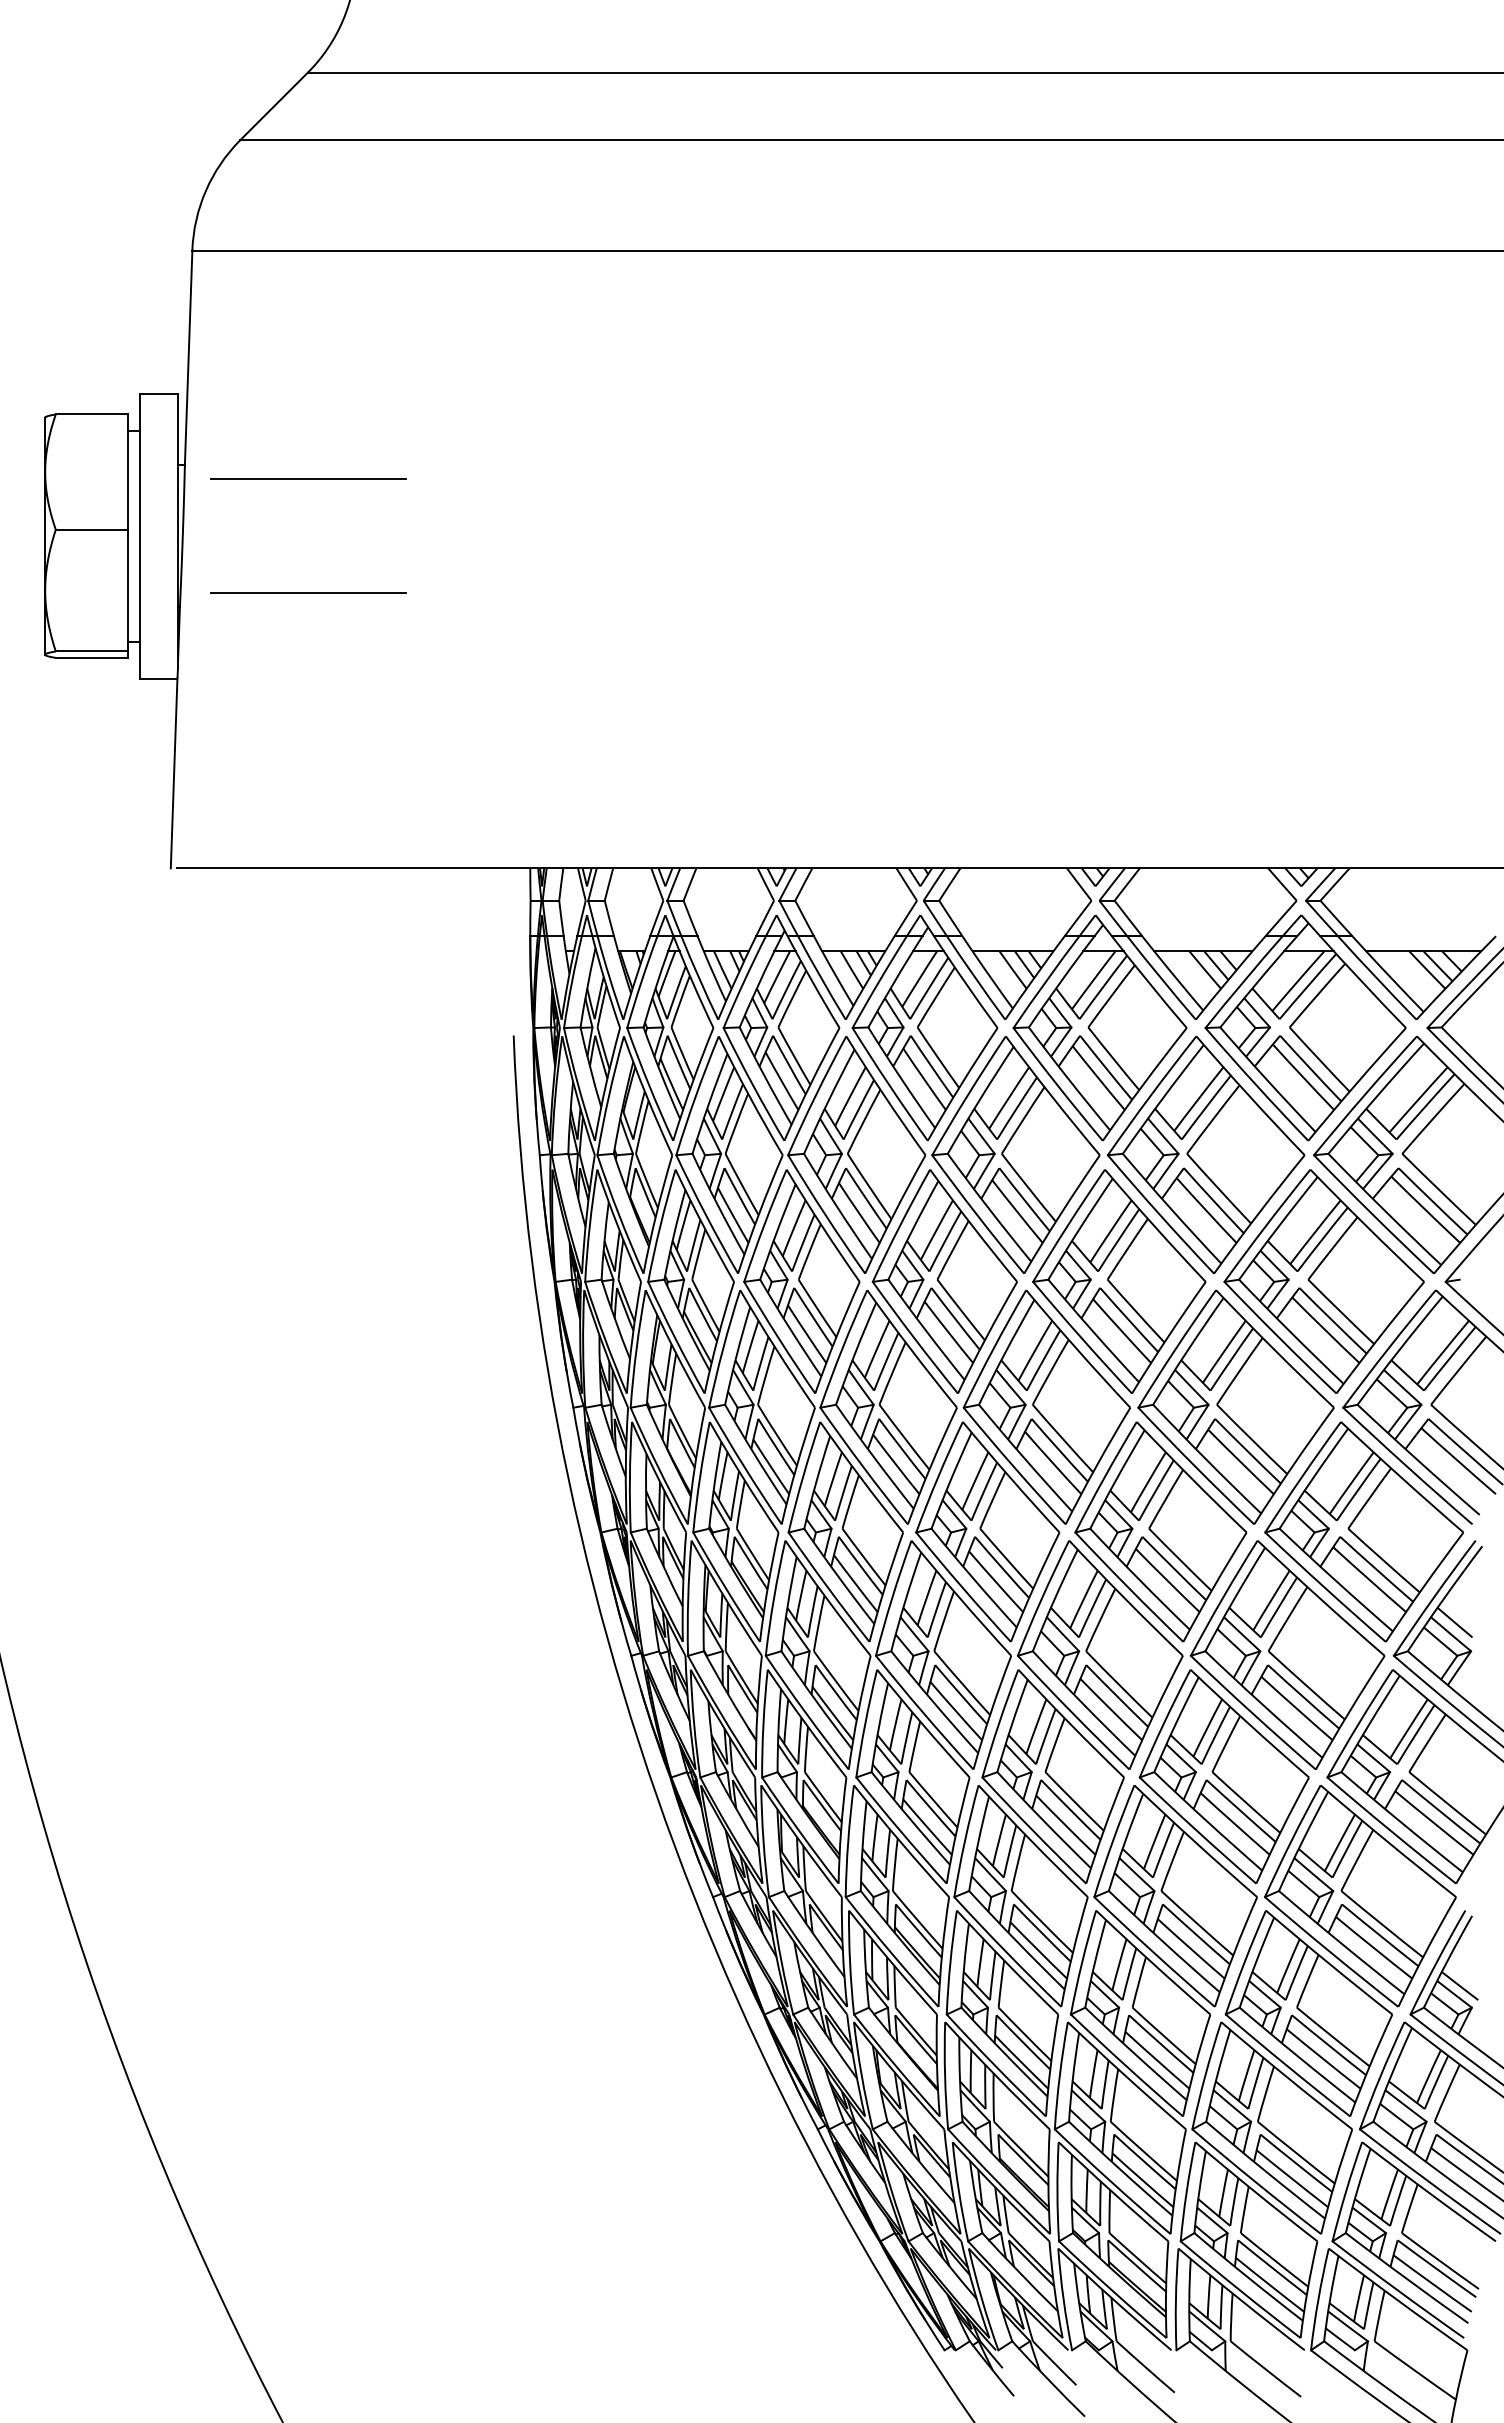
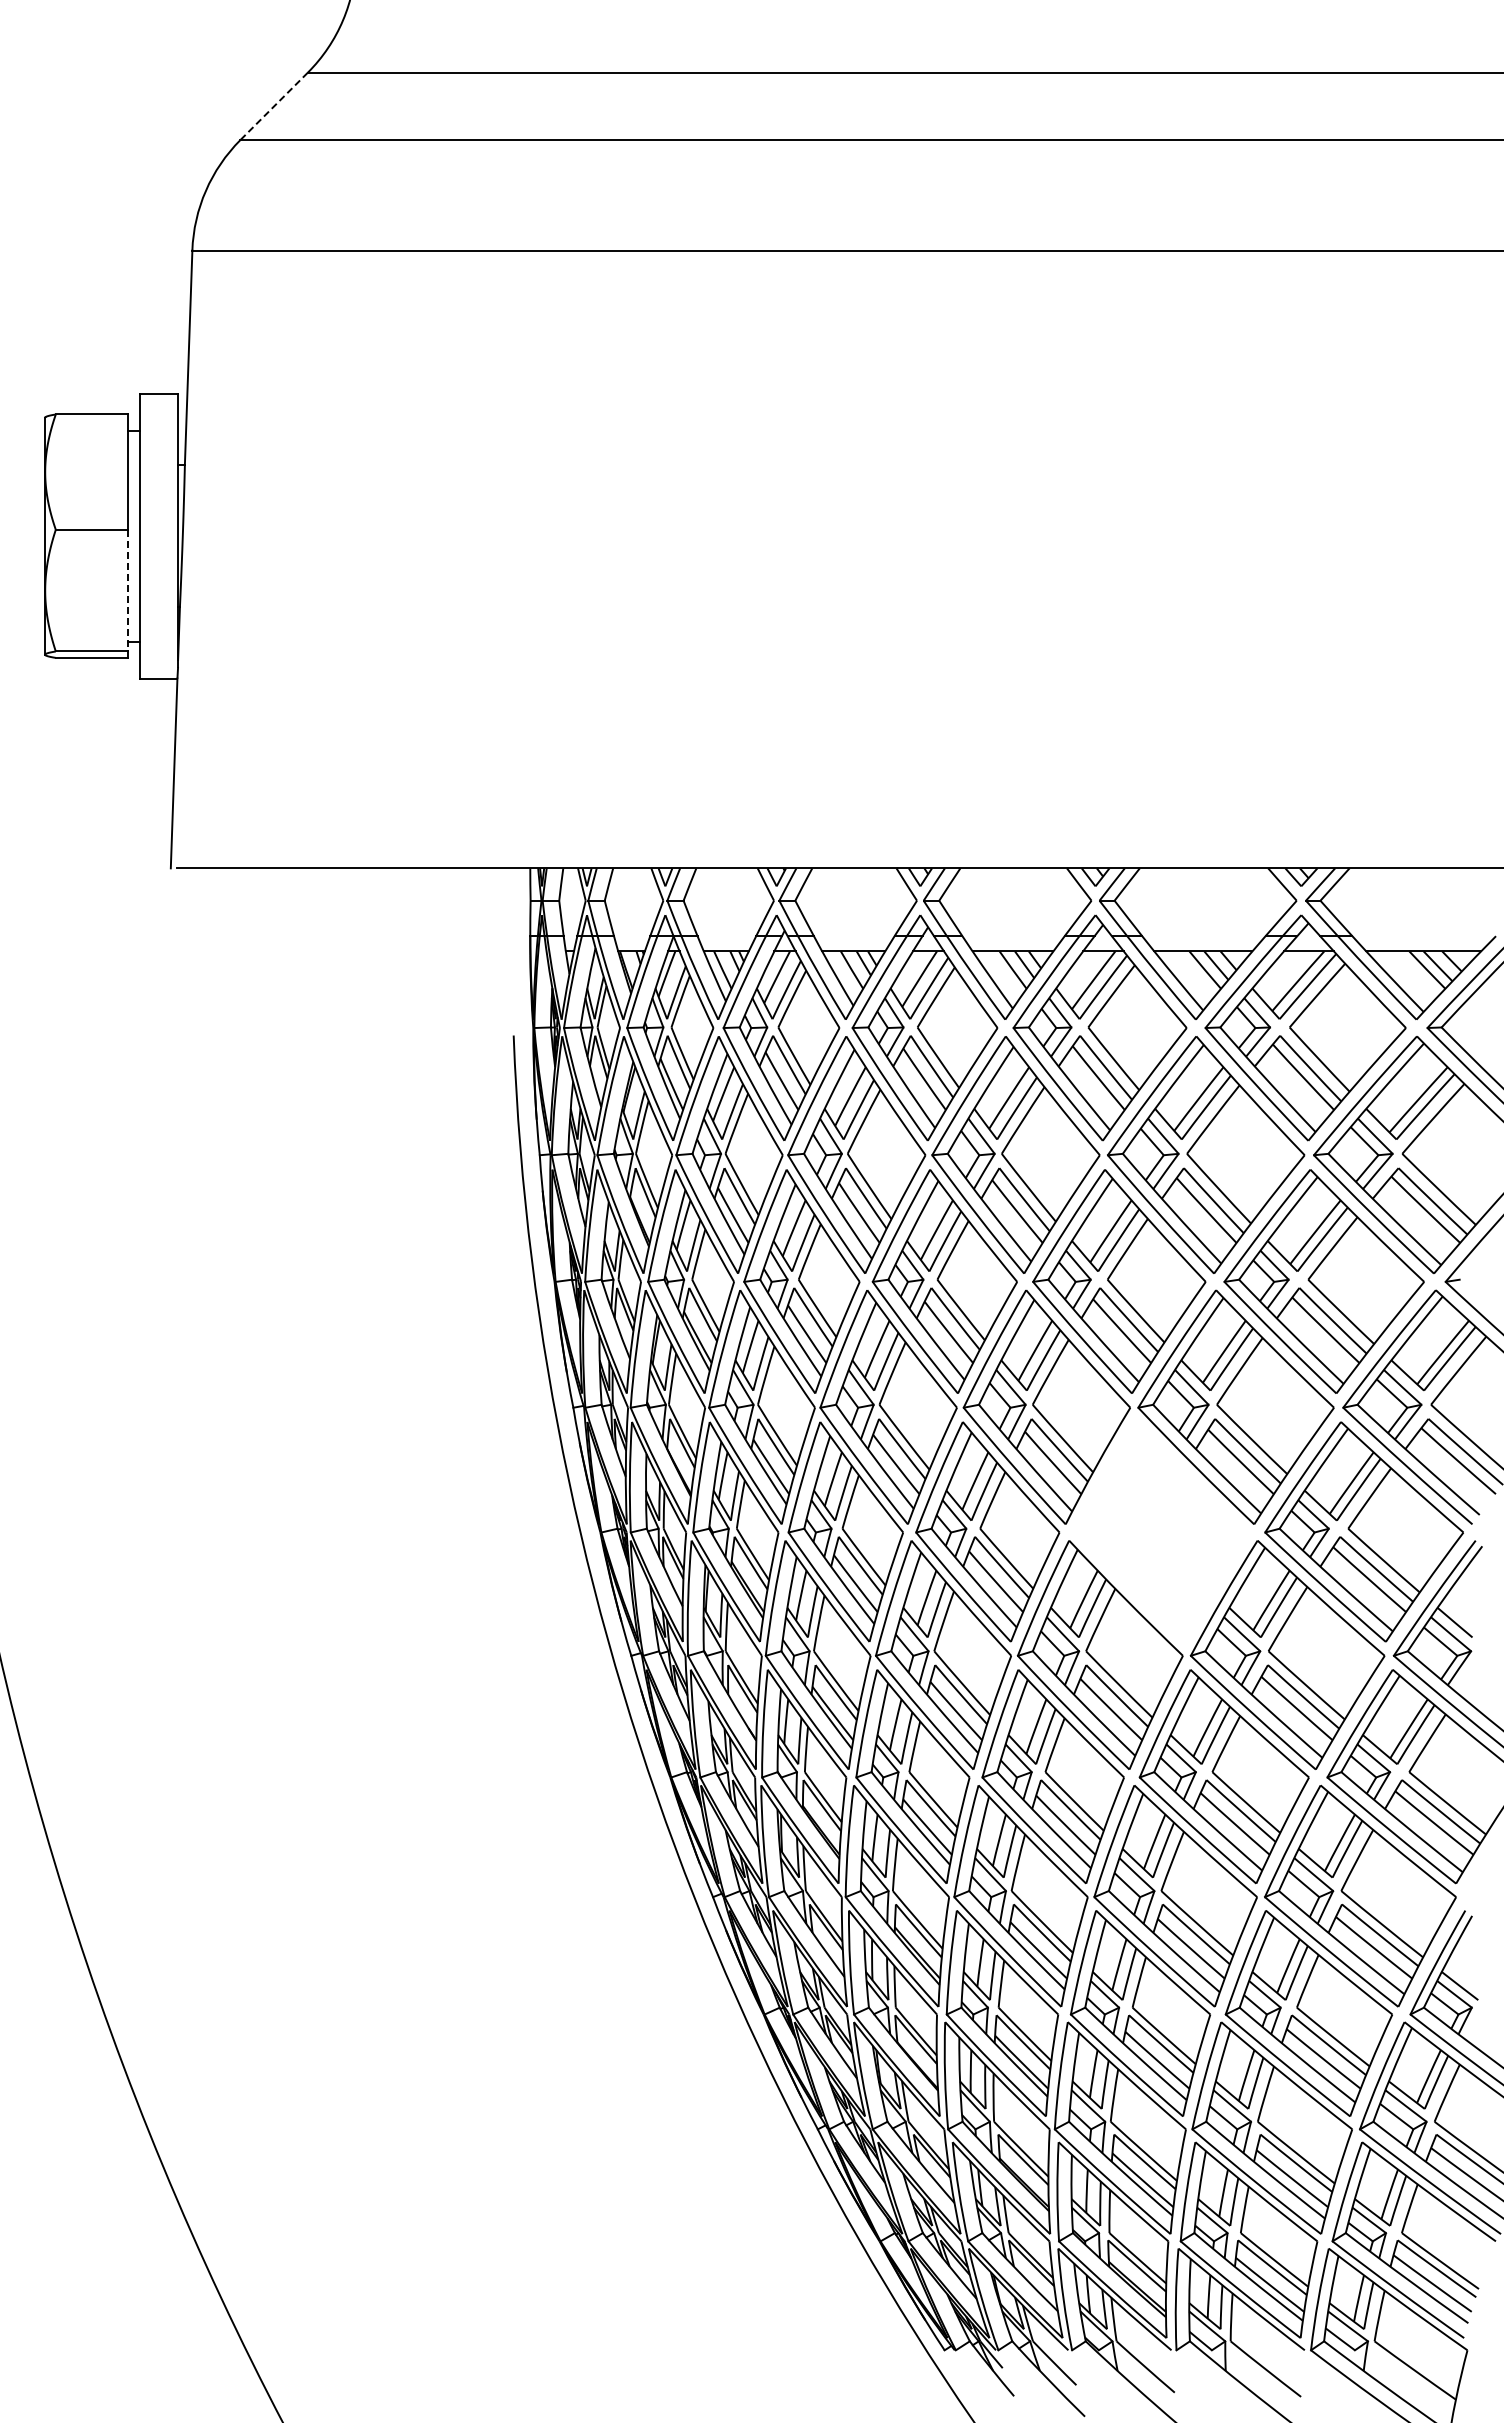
line at (274, 106): solid -> dashed
line at (308, 479): present -> none
line at (128, 590): solid -> dashed
line at (308, 593): present -> none
part at (1160, 1531): present -> none
